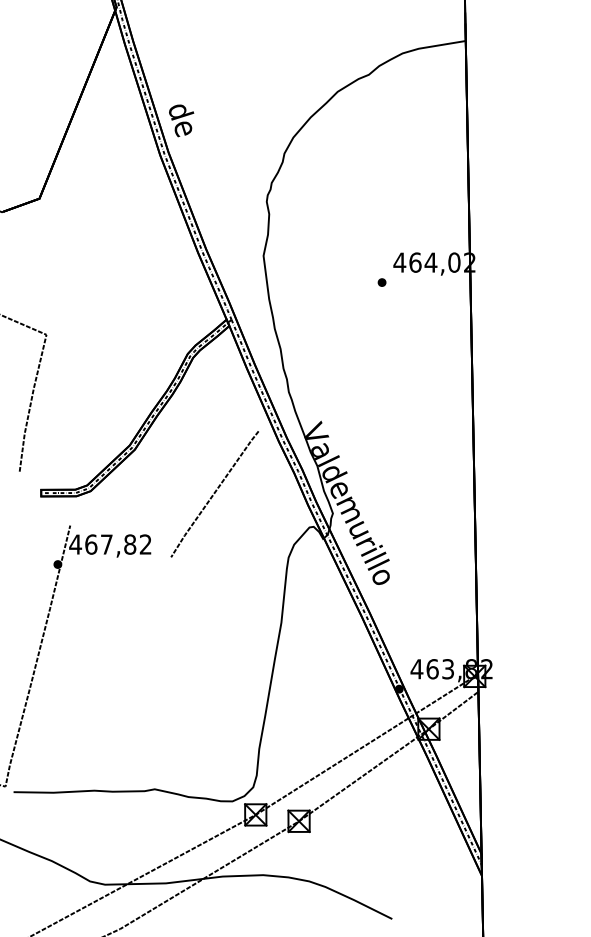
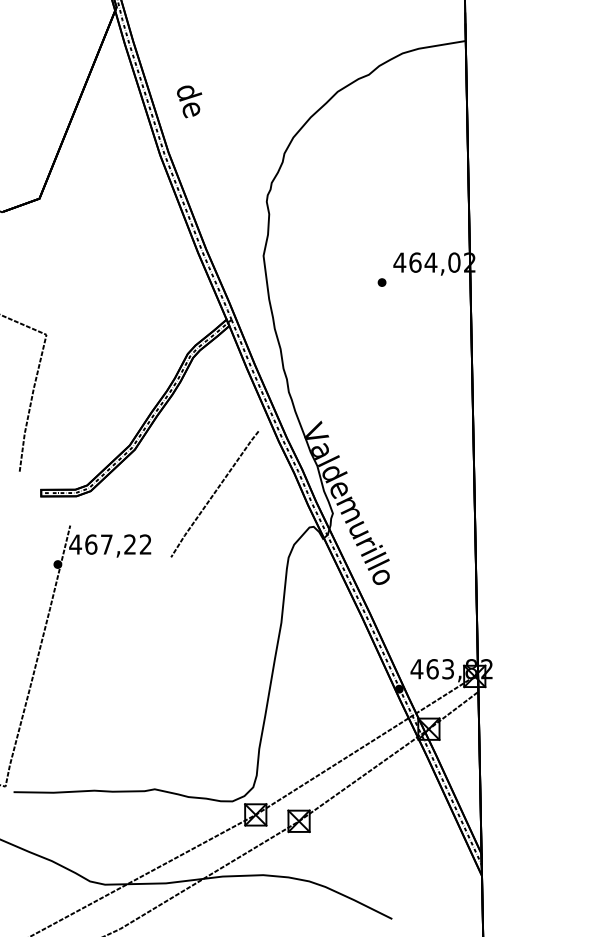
text at (181, 120) position: (181, 120) -> (189, 101)
text at (130, 544): 467,82 -> 467,22
